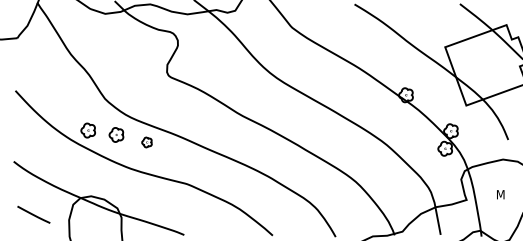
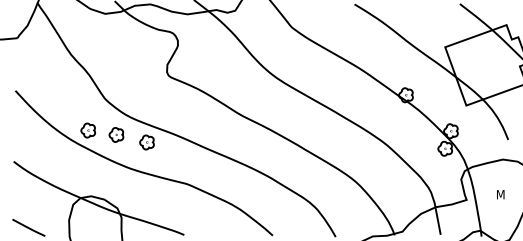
part at (146, 142) size: 12x13 px -> 16x17 px
line at (33, 214) position: (33, 214) -> (28, 227)
